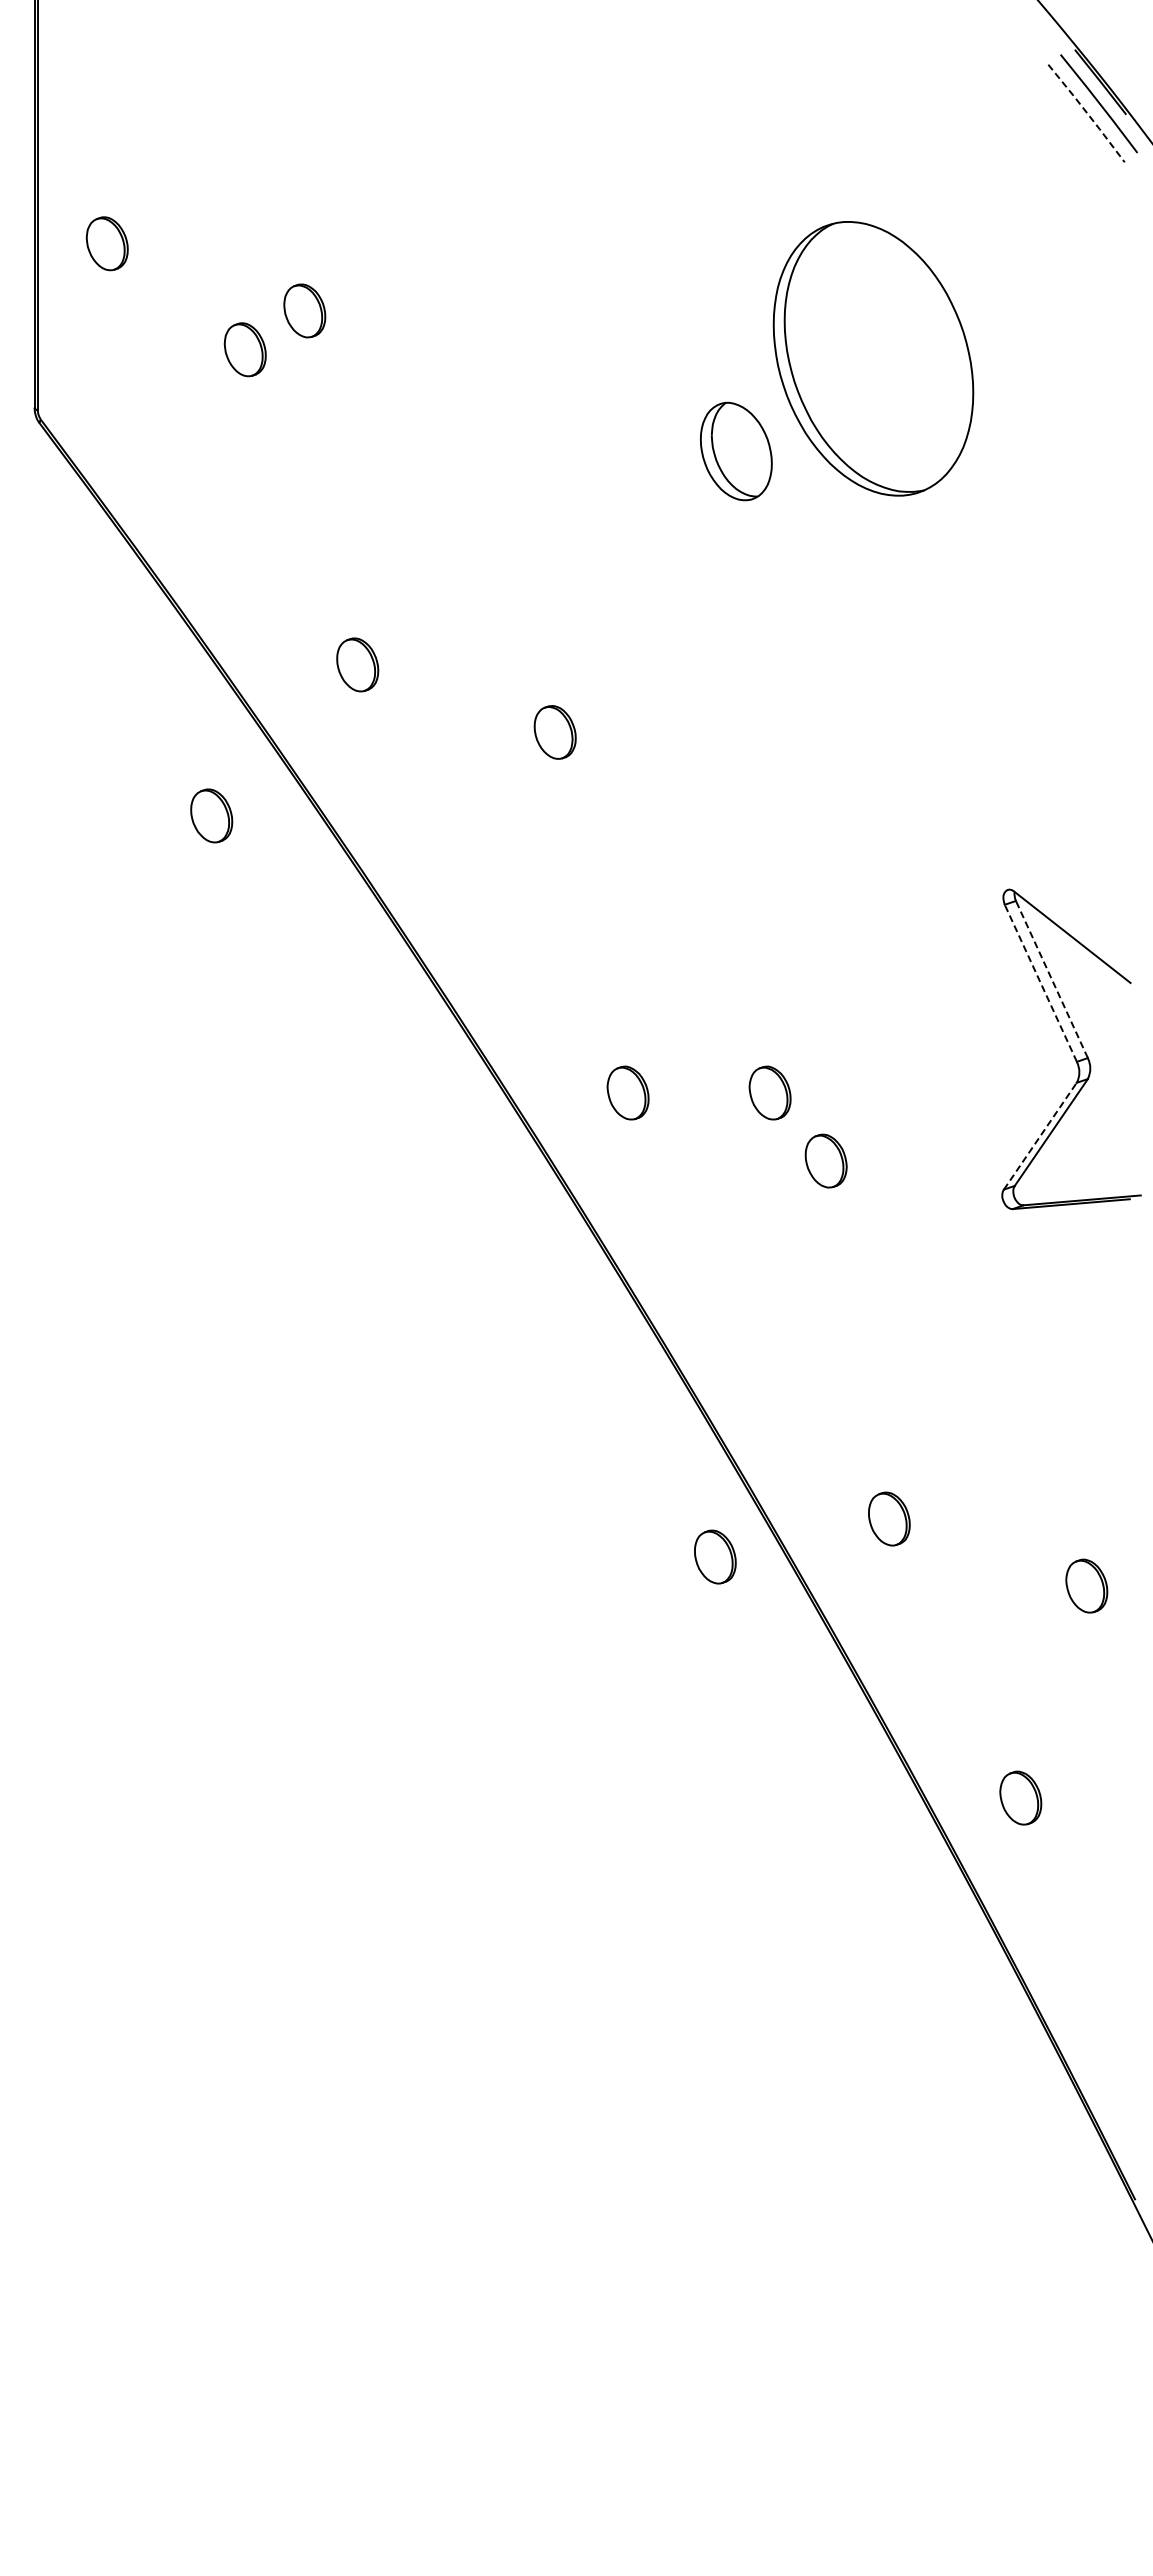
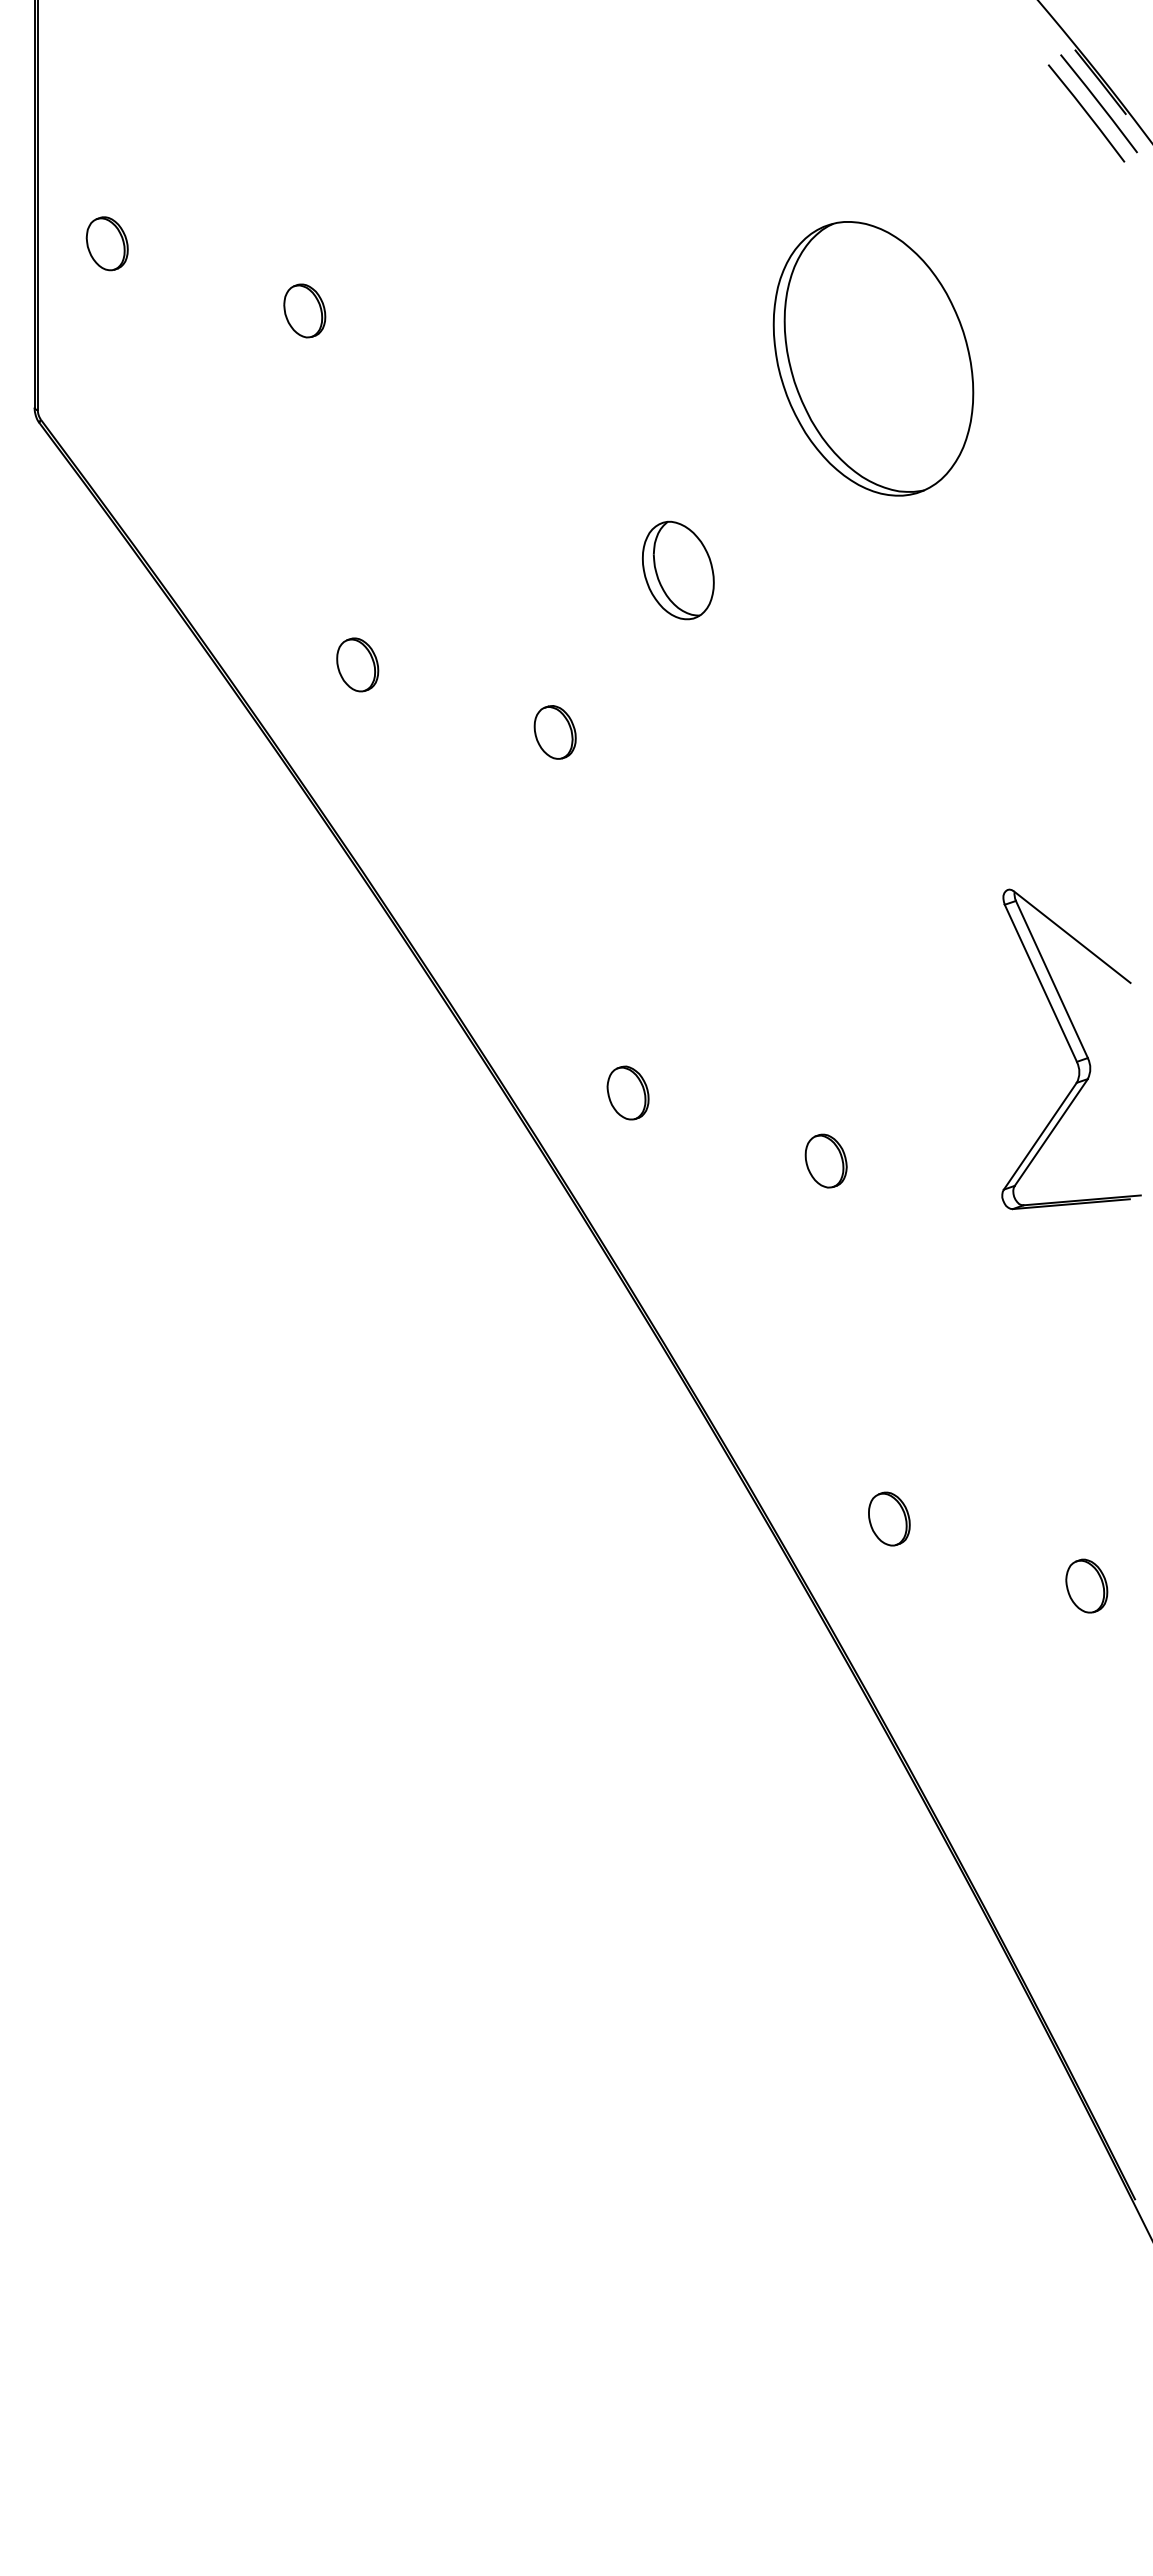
line at (1087, 112): dashed -> solid
part at (244, 349): present -> none
part at (736, 451) position: (736, 451) -> (678, 570)
part at (211, 815): present -> none
line at (1051, 979): dashed -> solid
line at (1040, 982): dashed -> solid
part at (769, 1092): present -> none
line at (1040, 1136): dashed -> solid
part at (715, 1556): present -> none
part at (1020, 1797): present -> none
